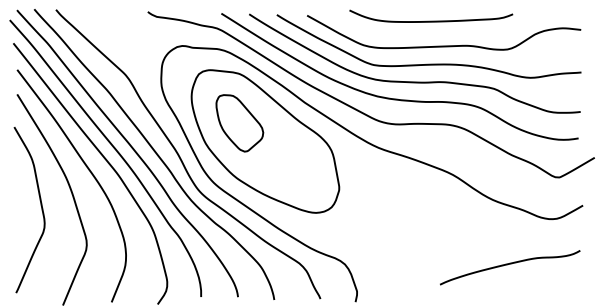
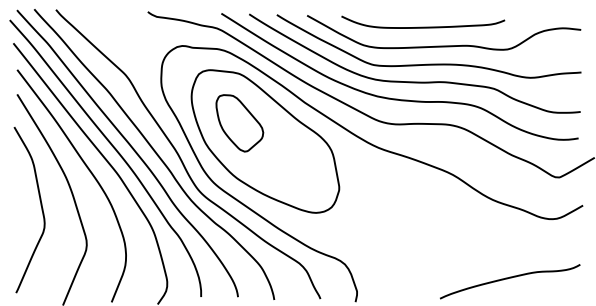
curve at (431, 20) position: (431, 20) -> (423, 26)
curve at (510, 264) position: (510, 264) -> (510, 278)
